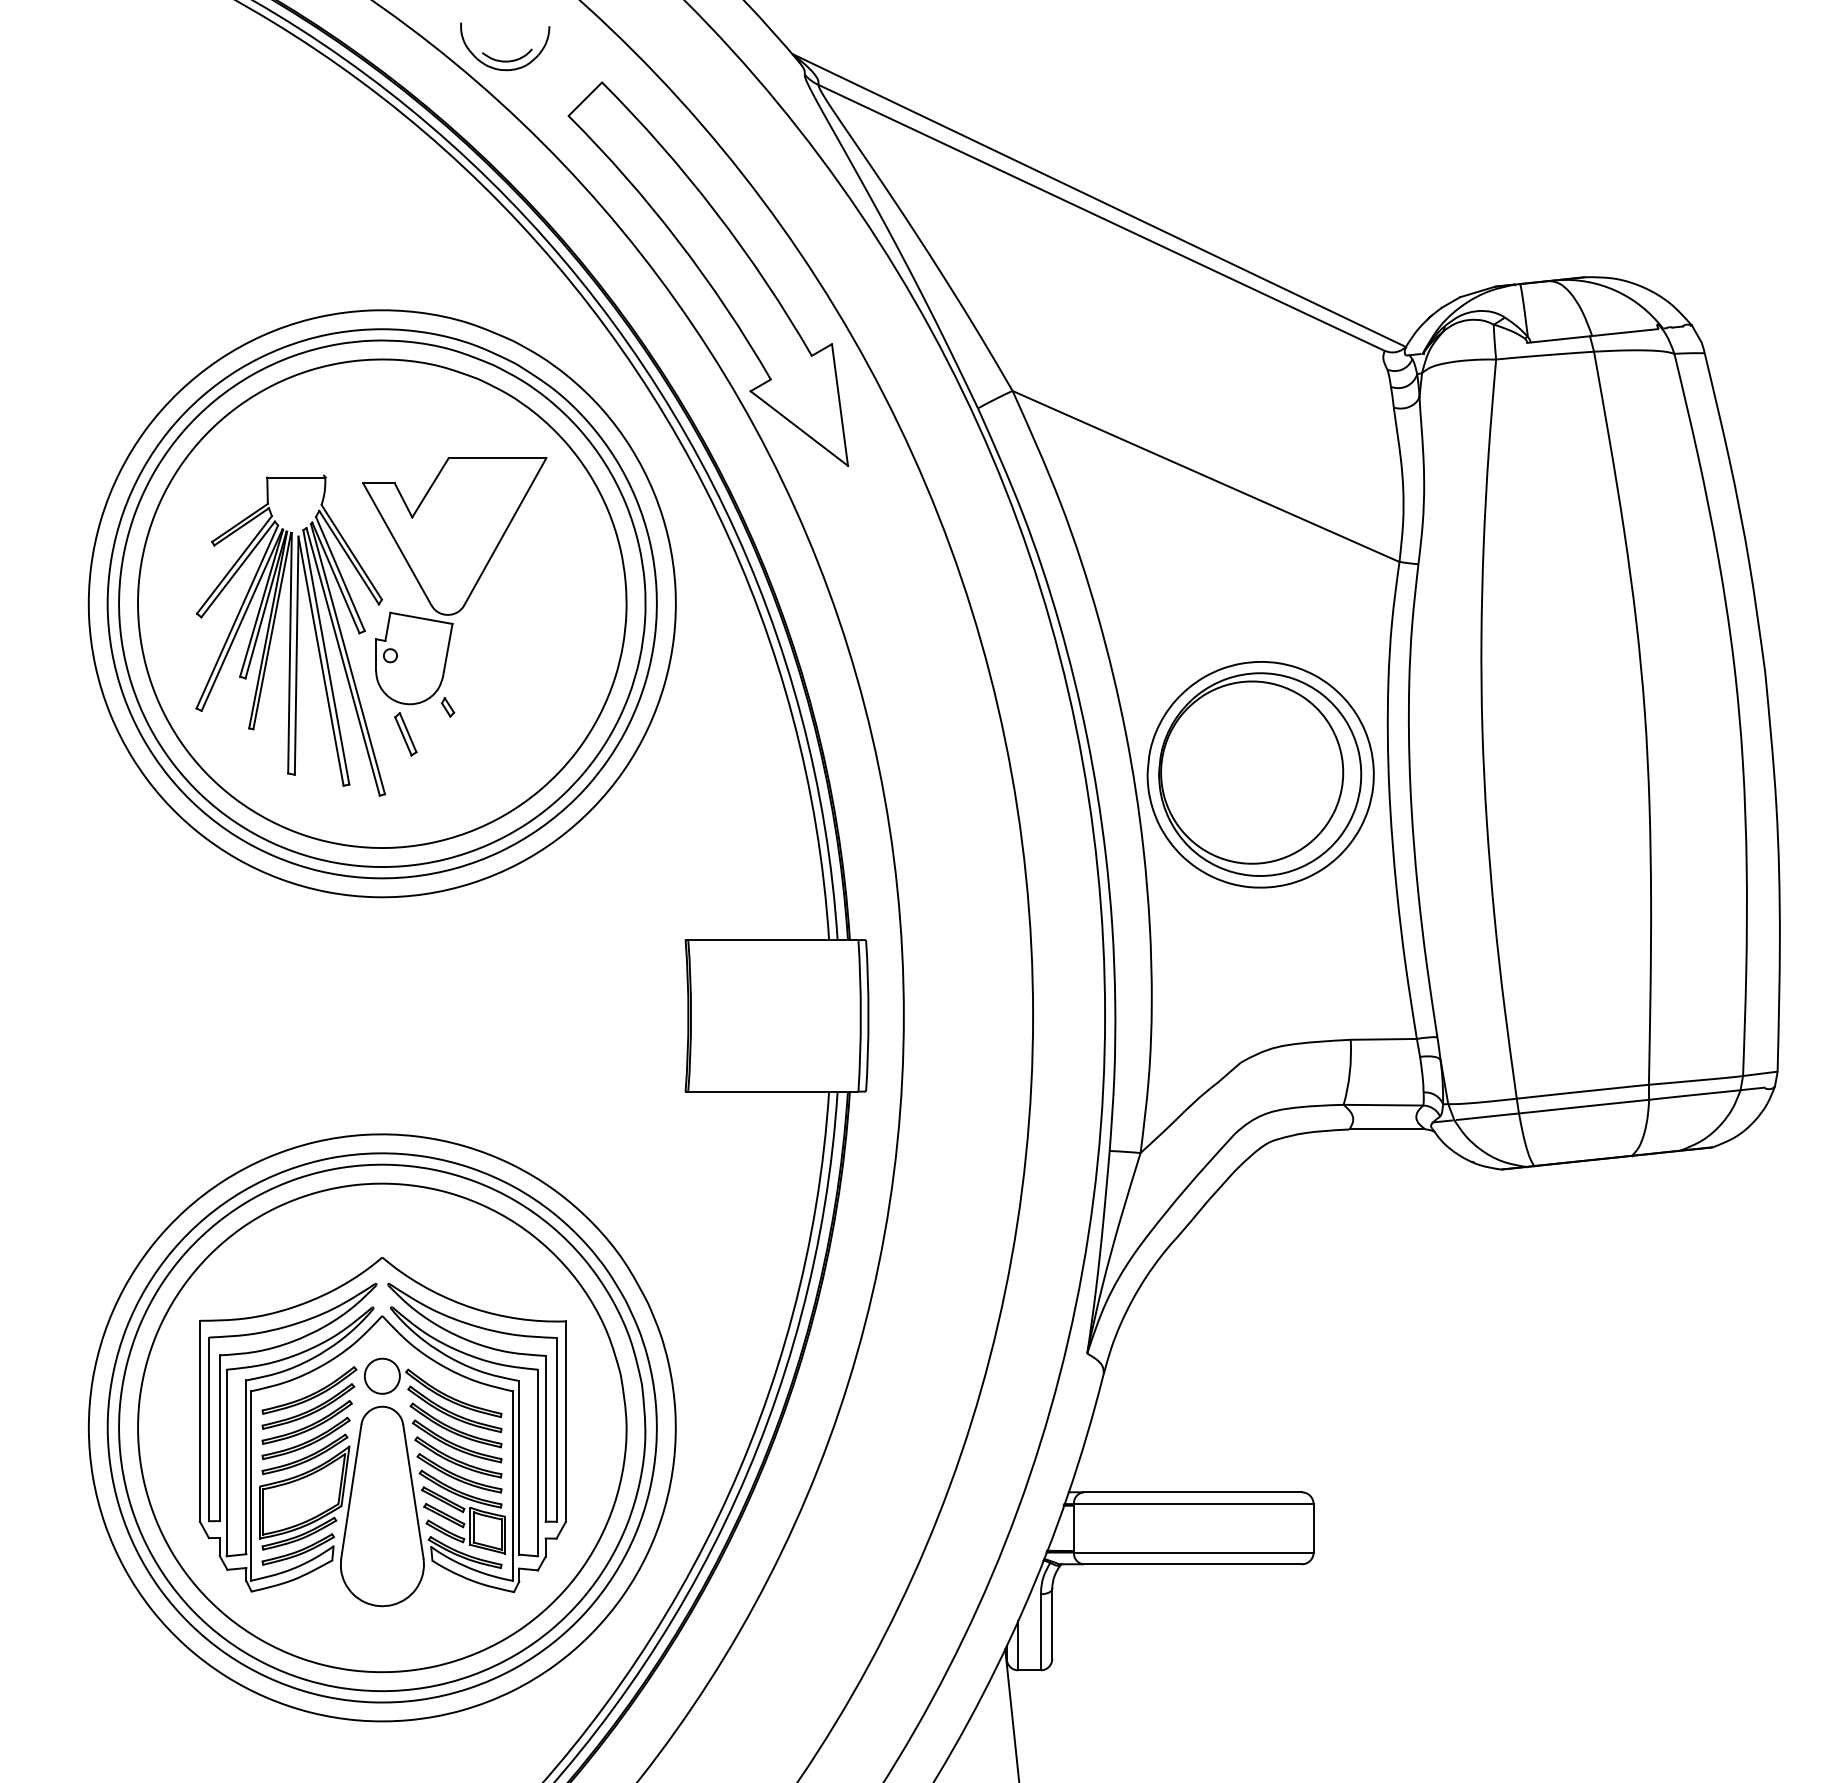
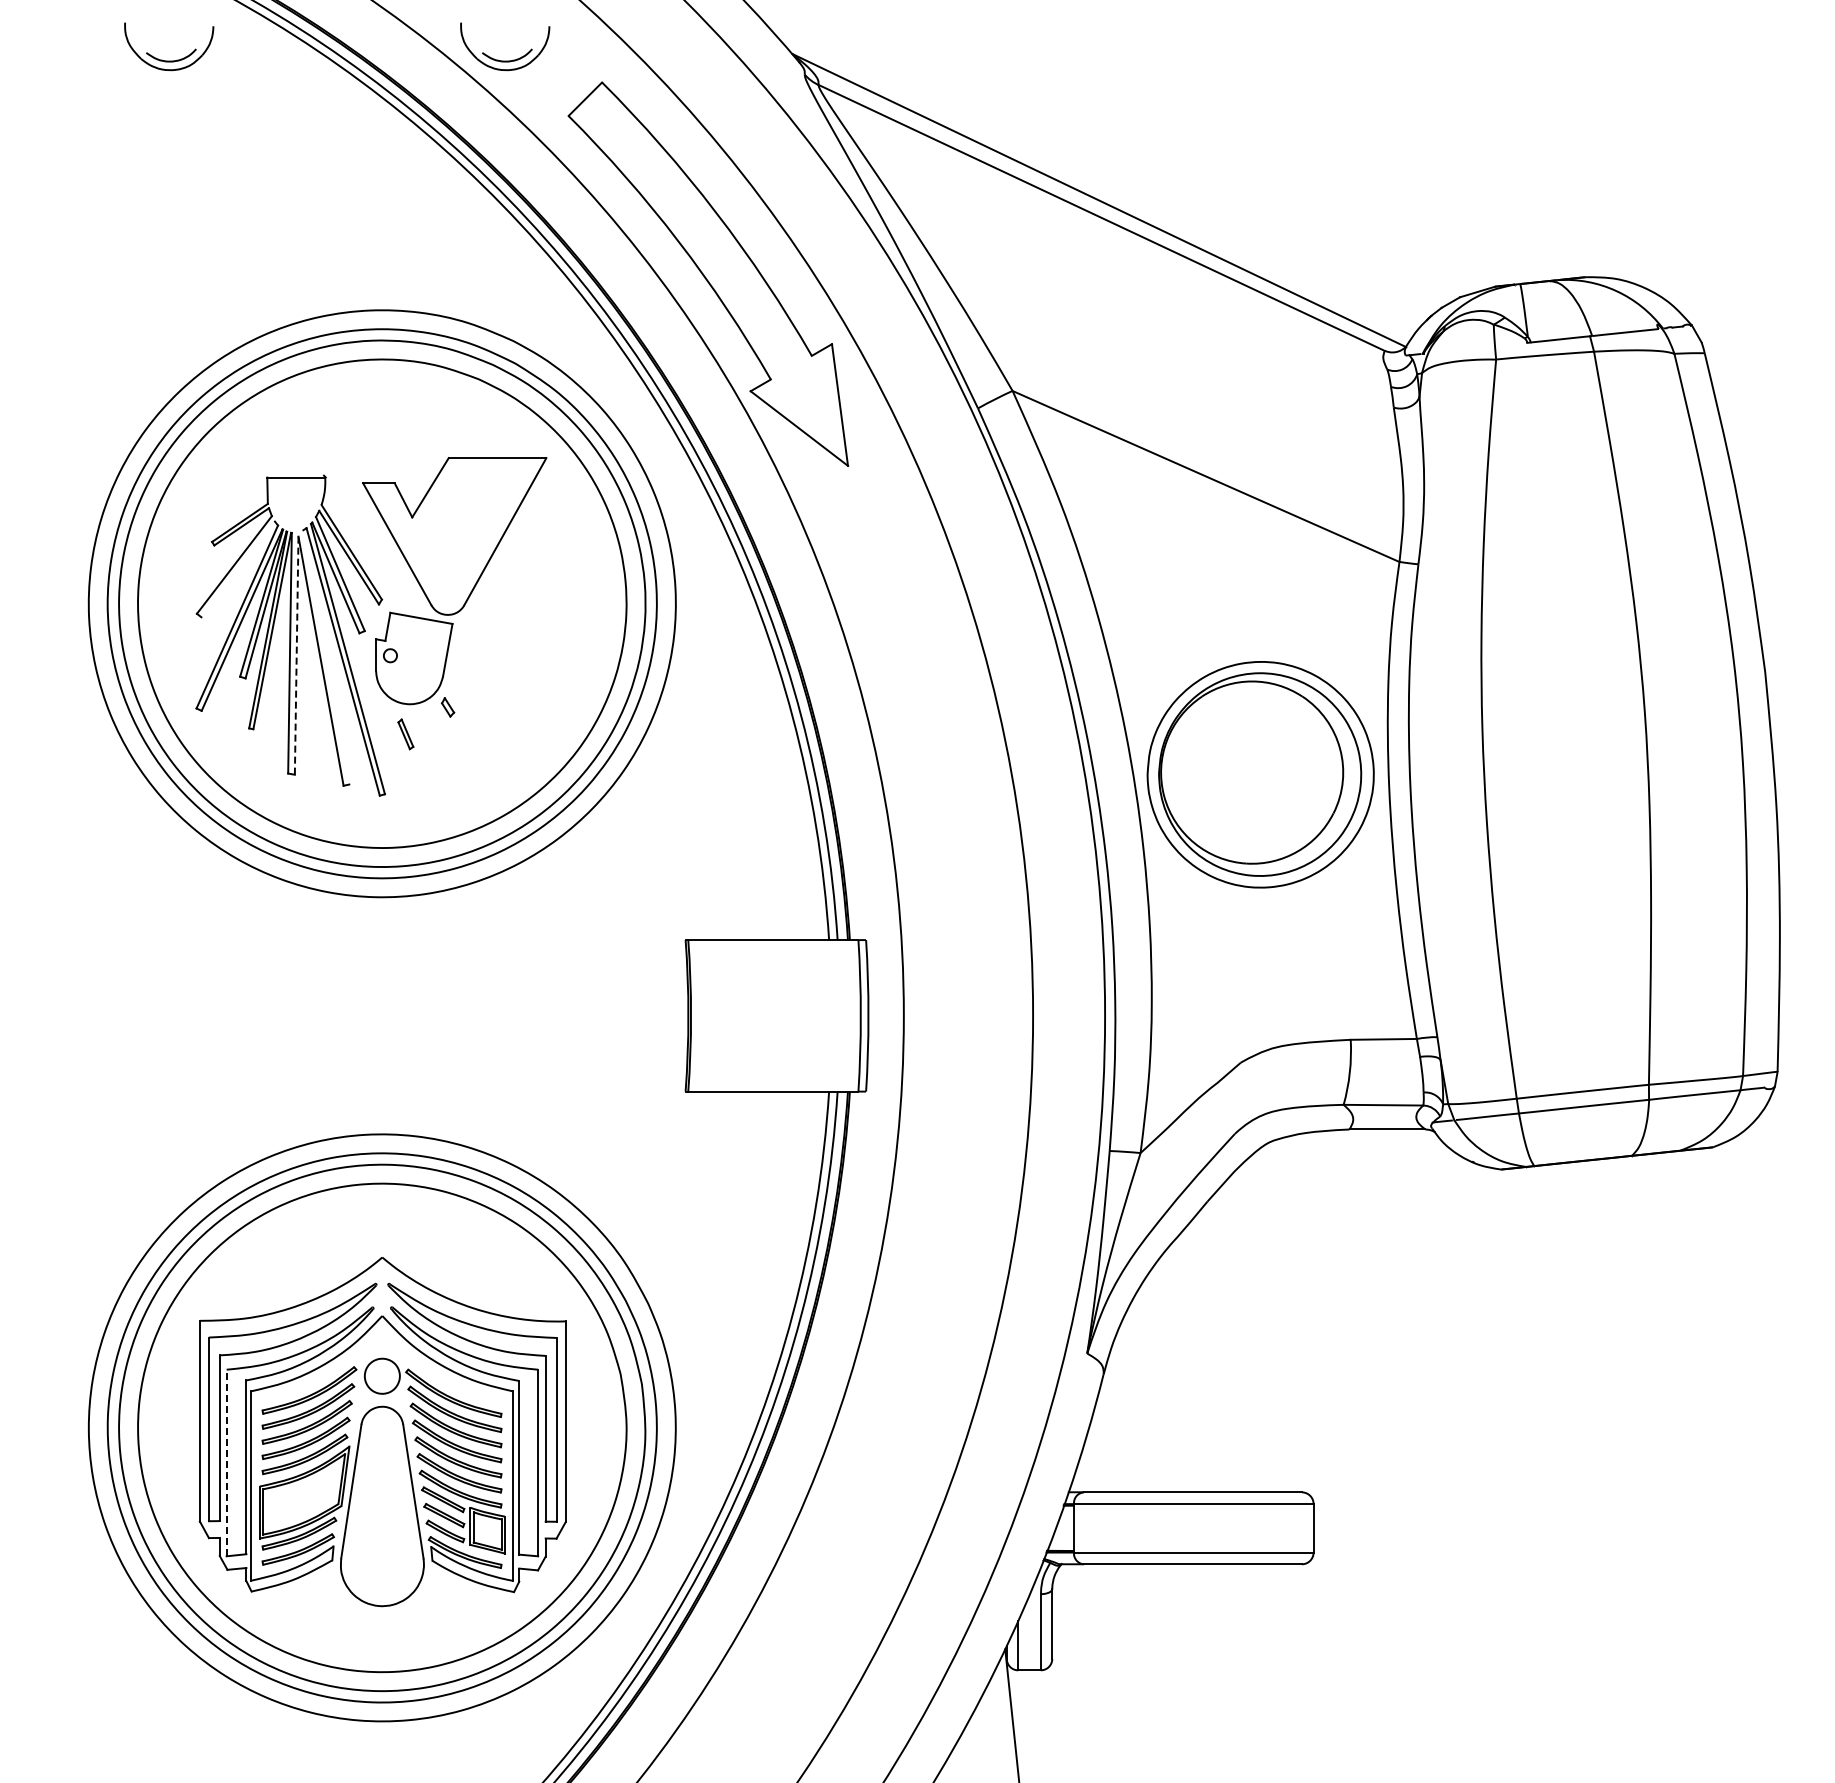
part at (169, 60): none -> present
line at (237, 569): present -> none
line at (296, 656): solid -> dashed
line at (326, 657): present -> none
part at (405, 734) size: 24x45 px -> 18x33 px
line at (226, 1462): solid -> dashed
